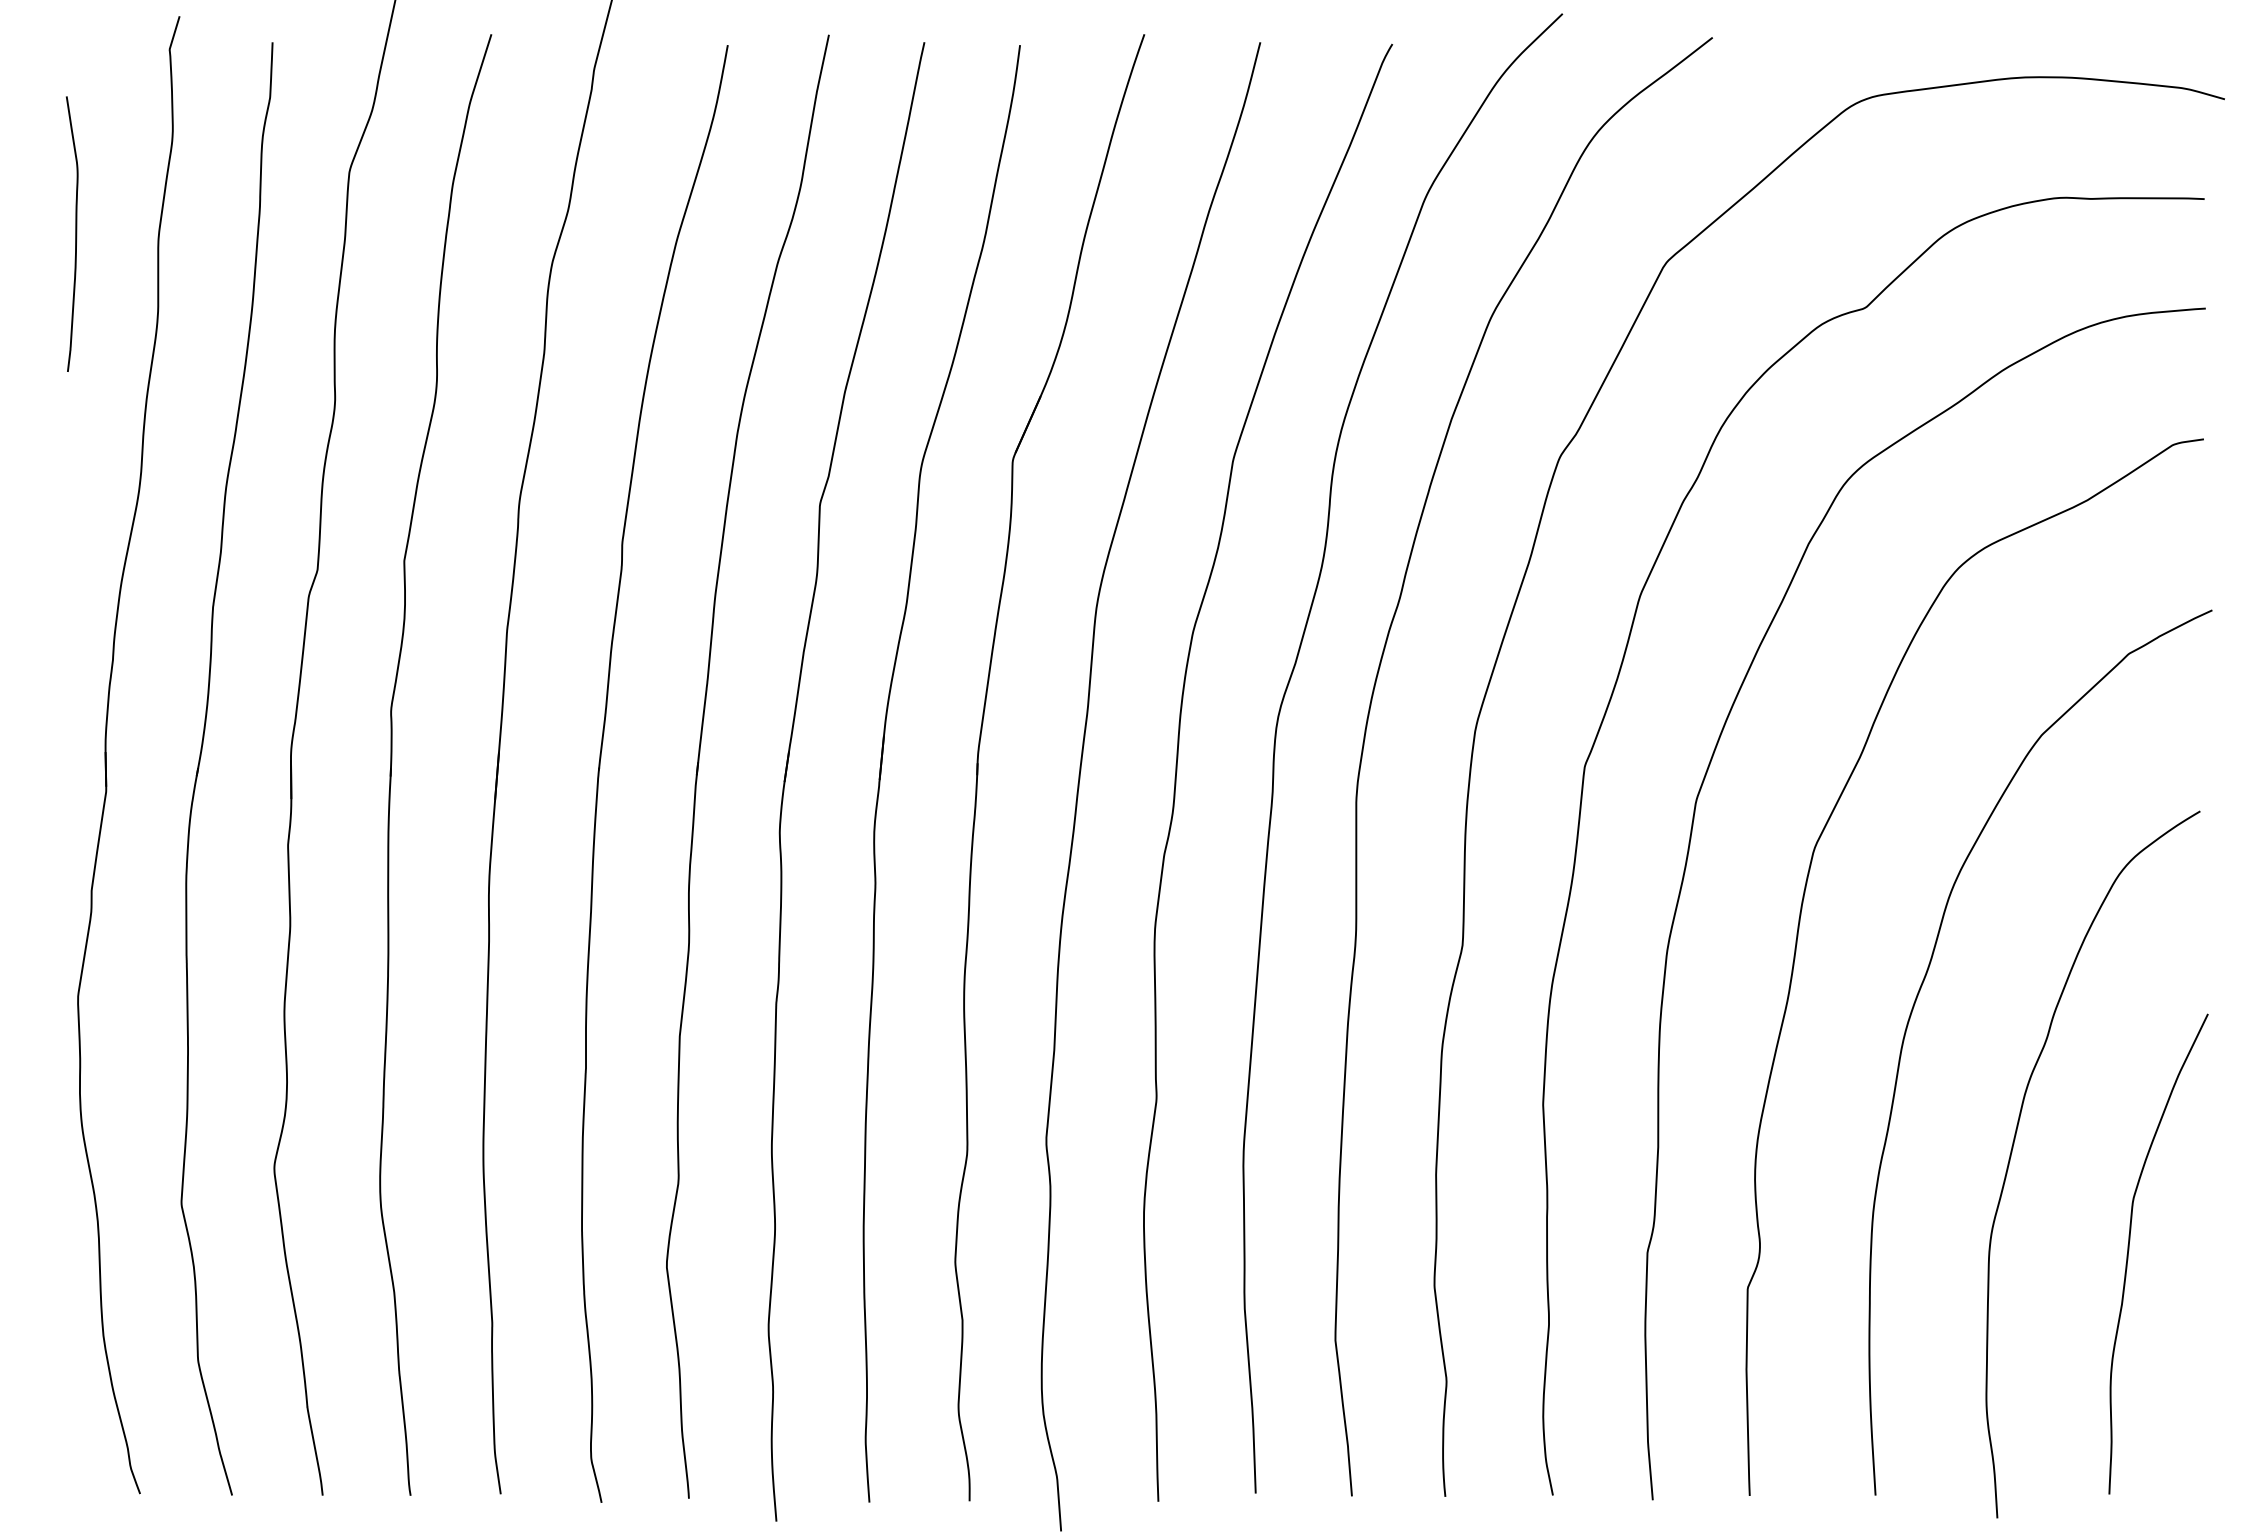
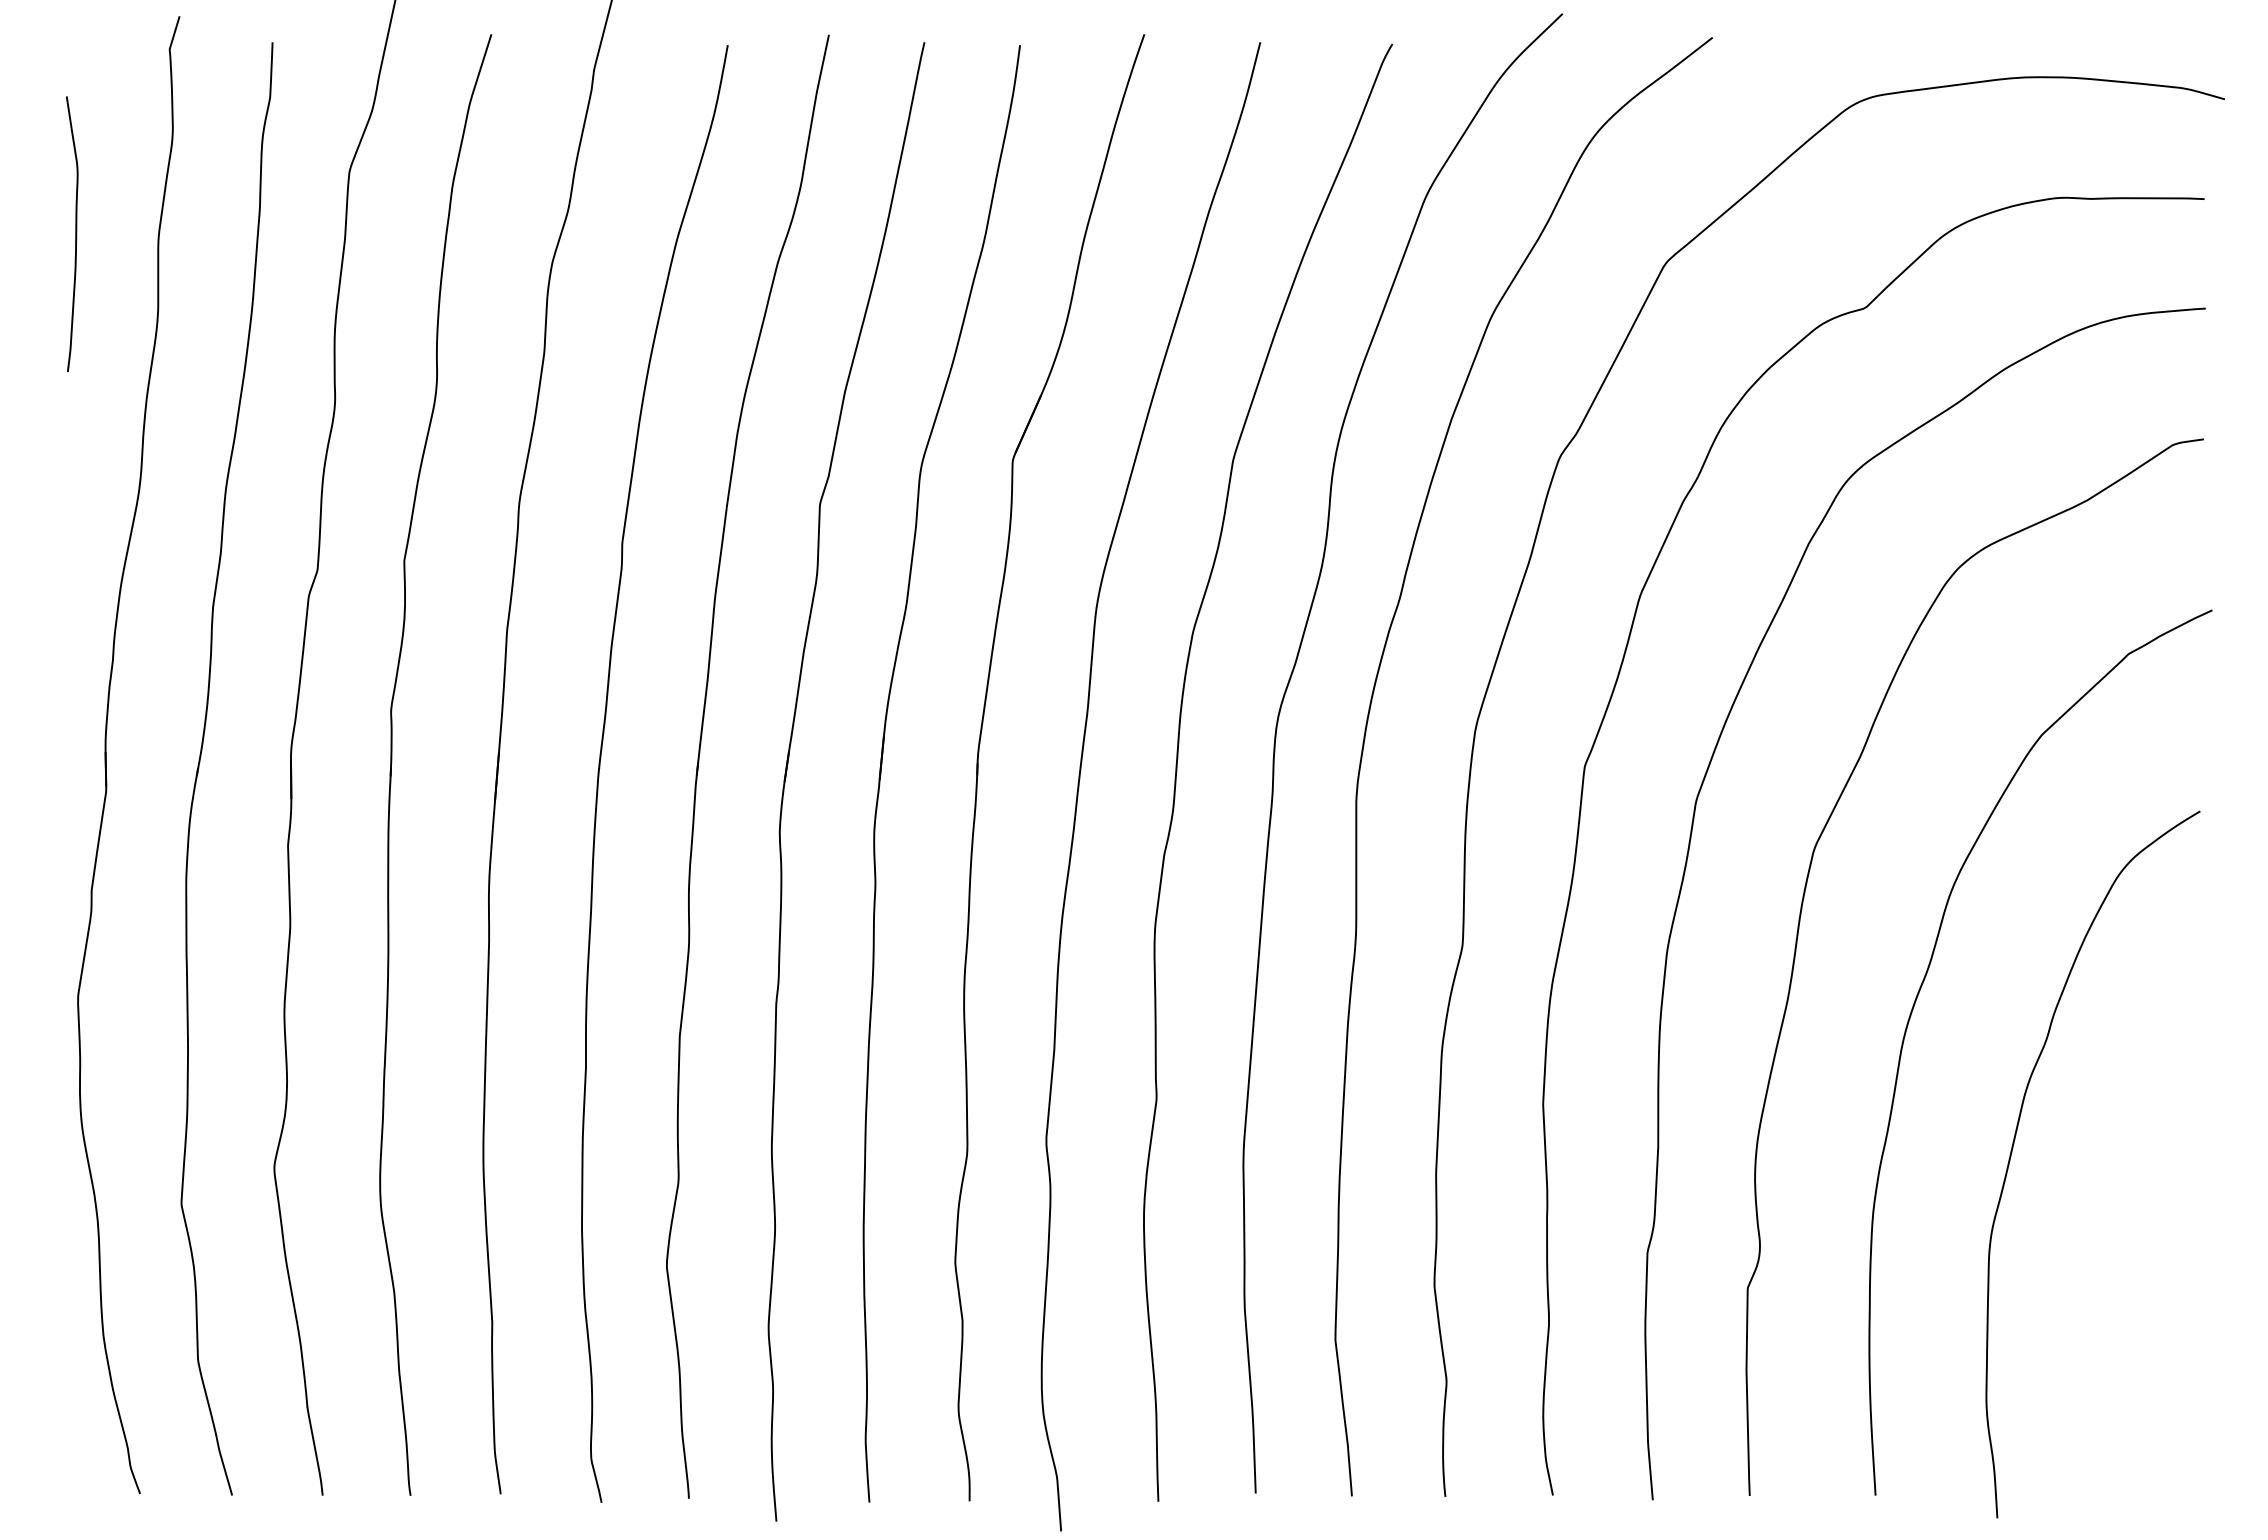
curve at (2129, 1250): present -> none
